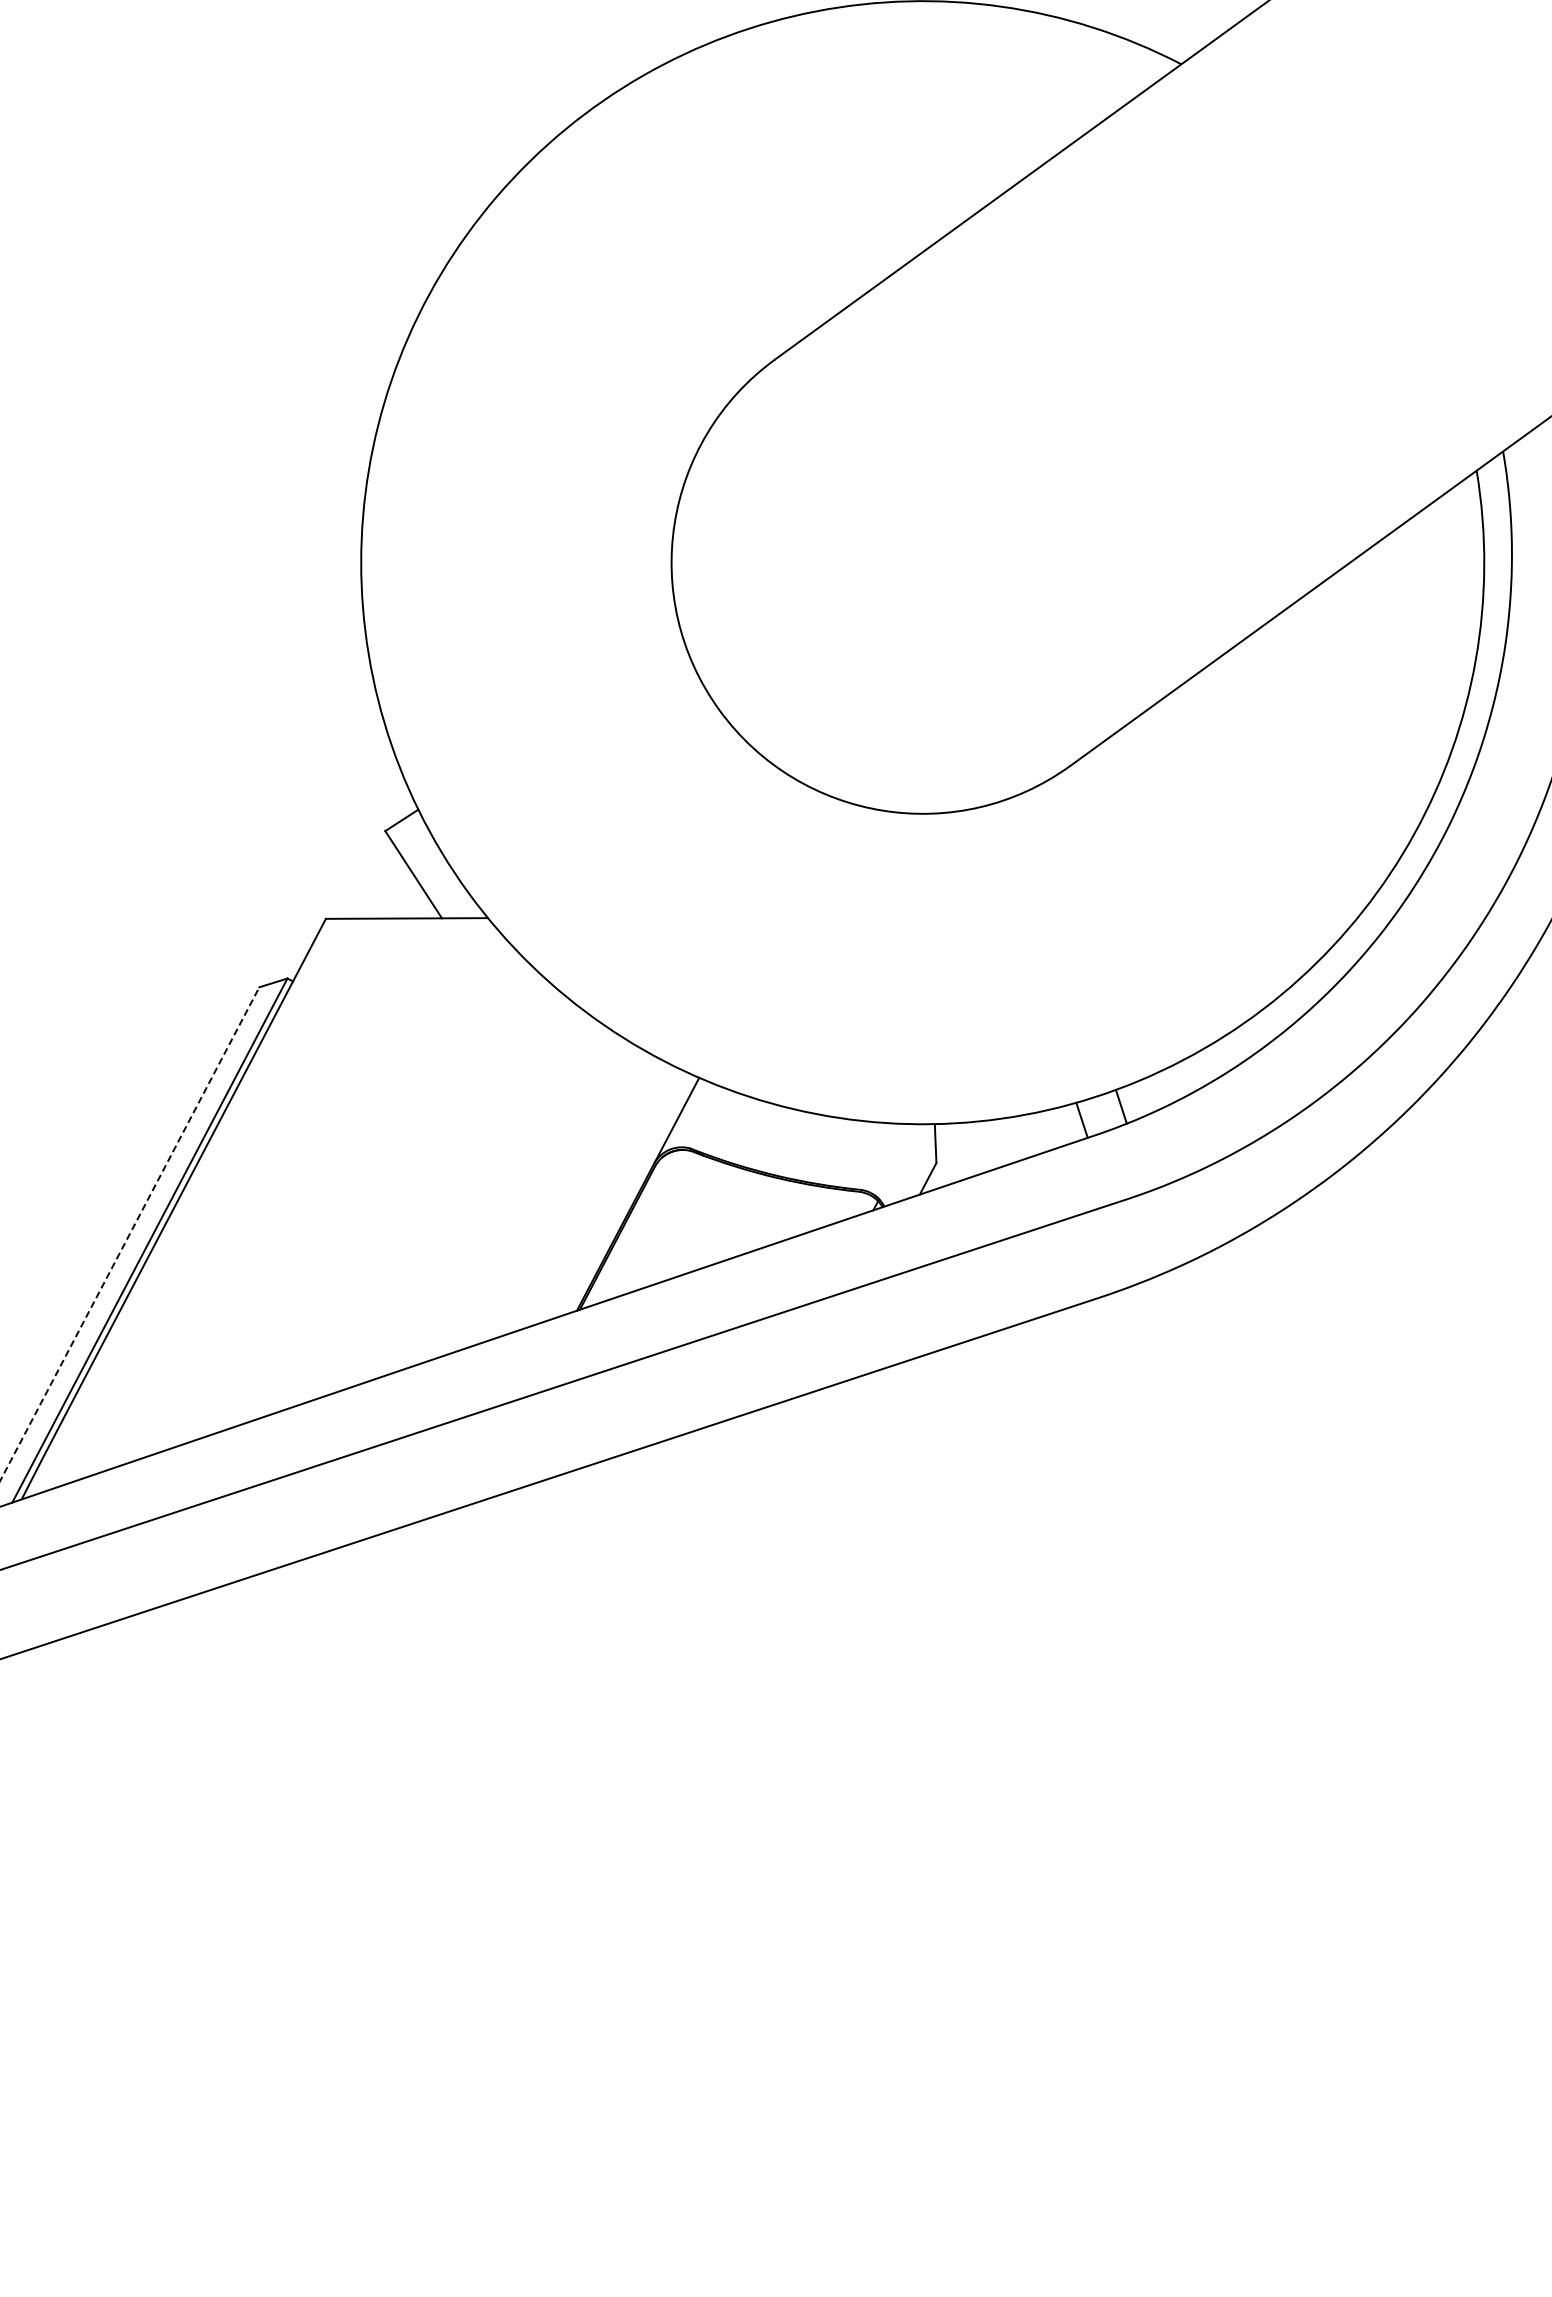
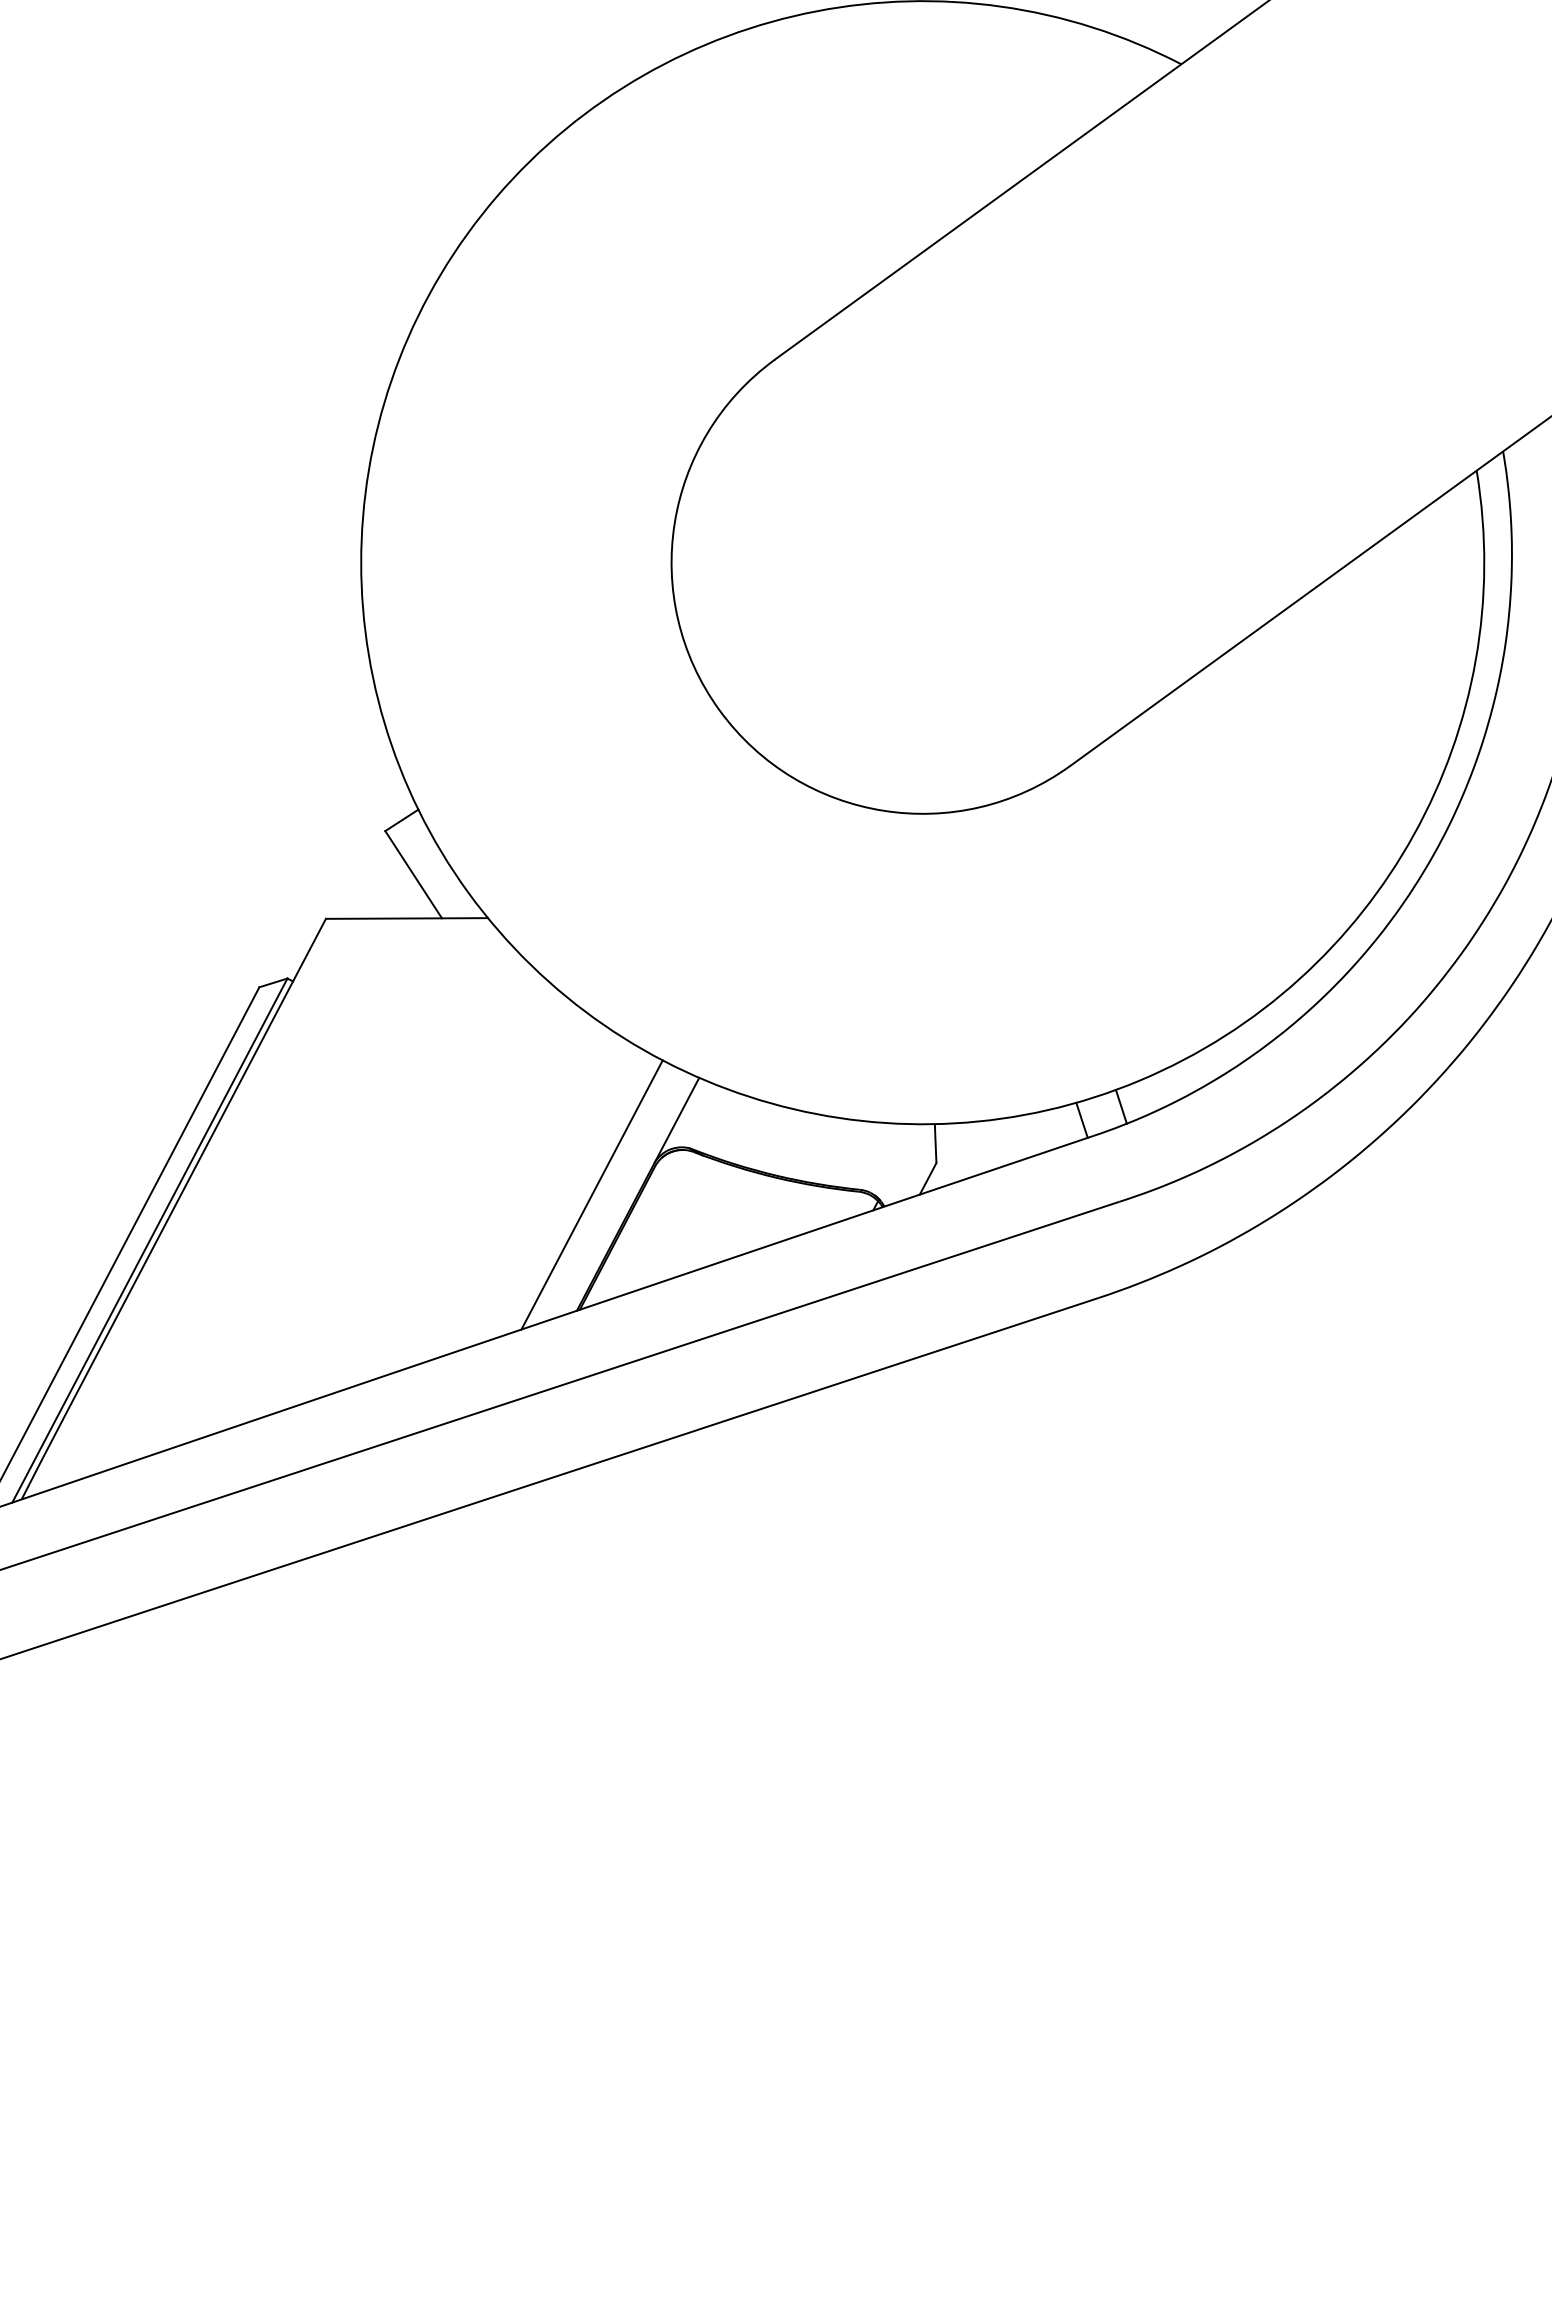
line at (591, 1194): none -> present
line at (129, 1233): dashed -> solid
